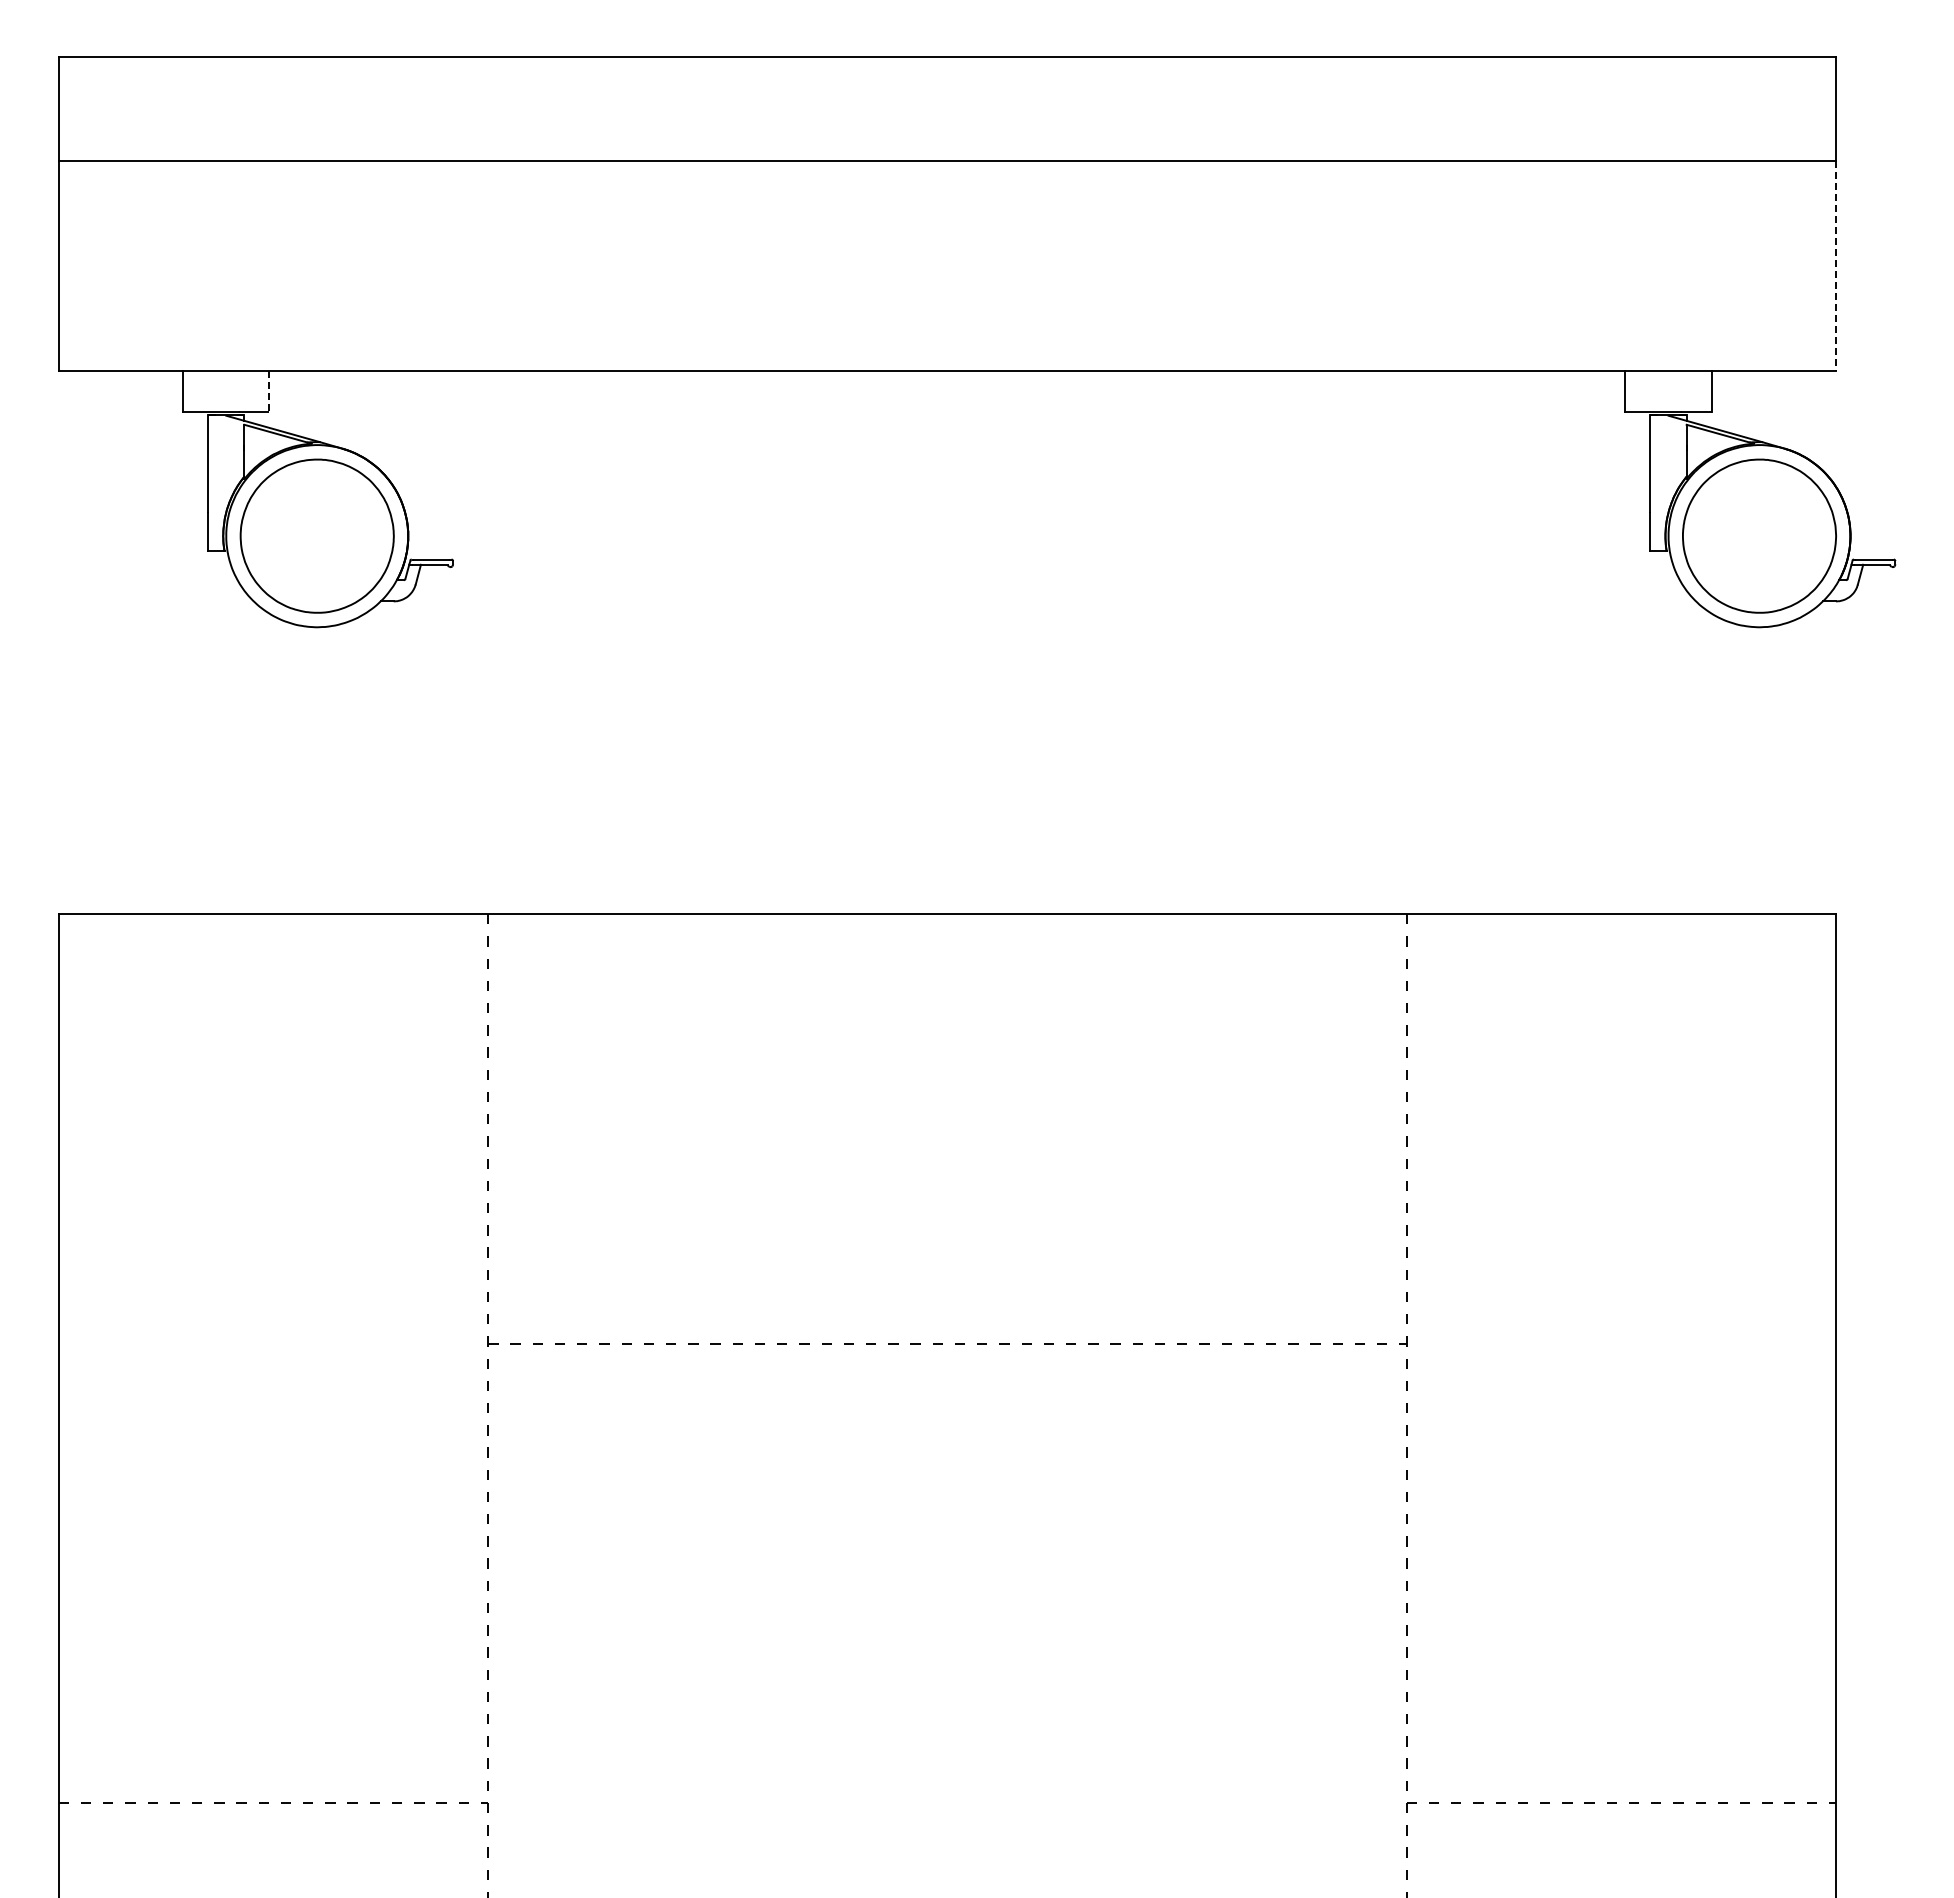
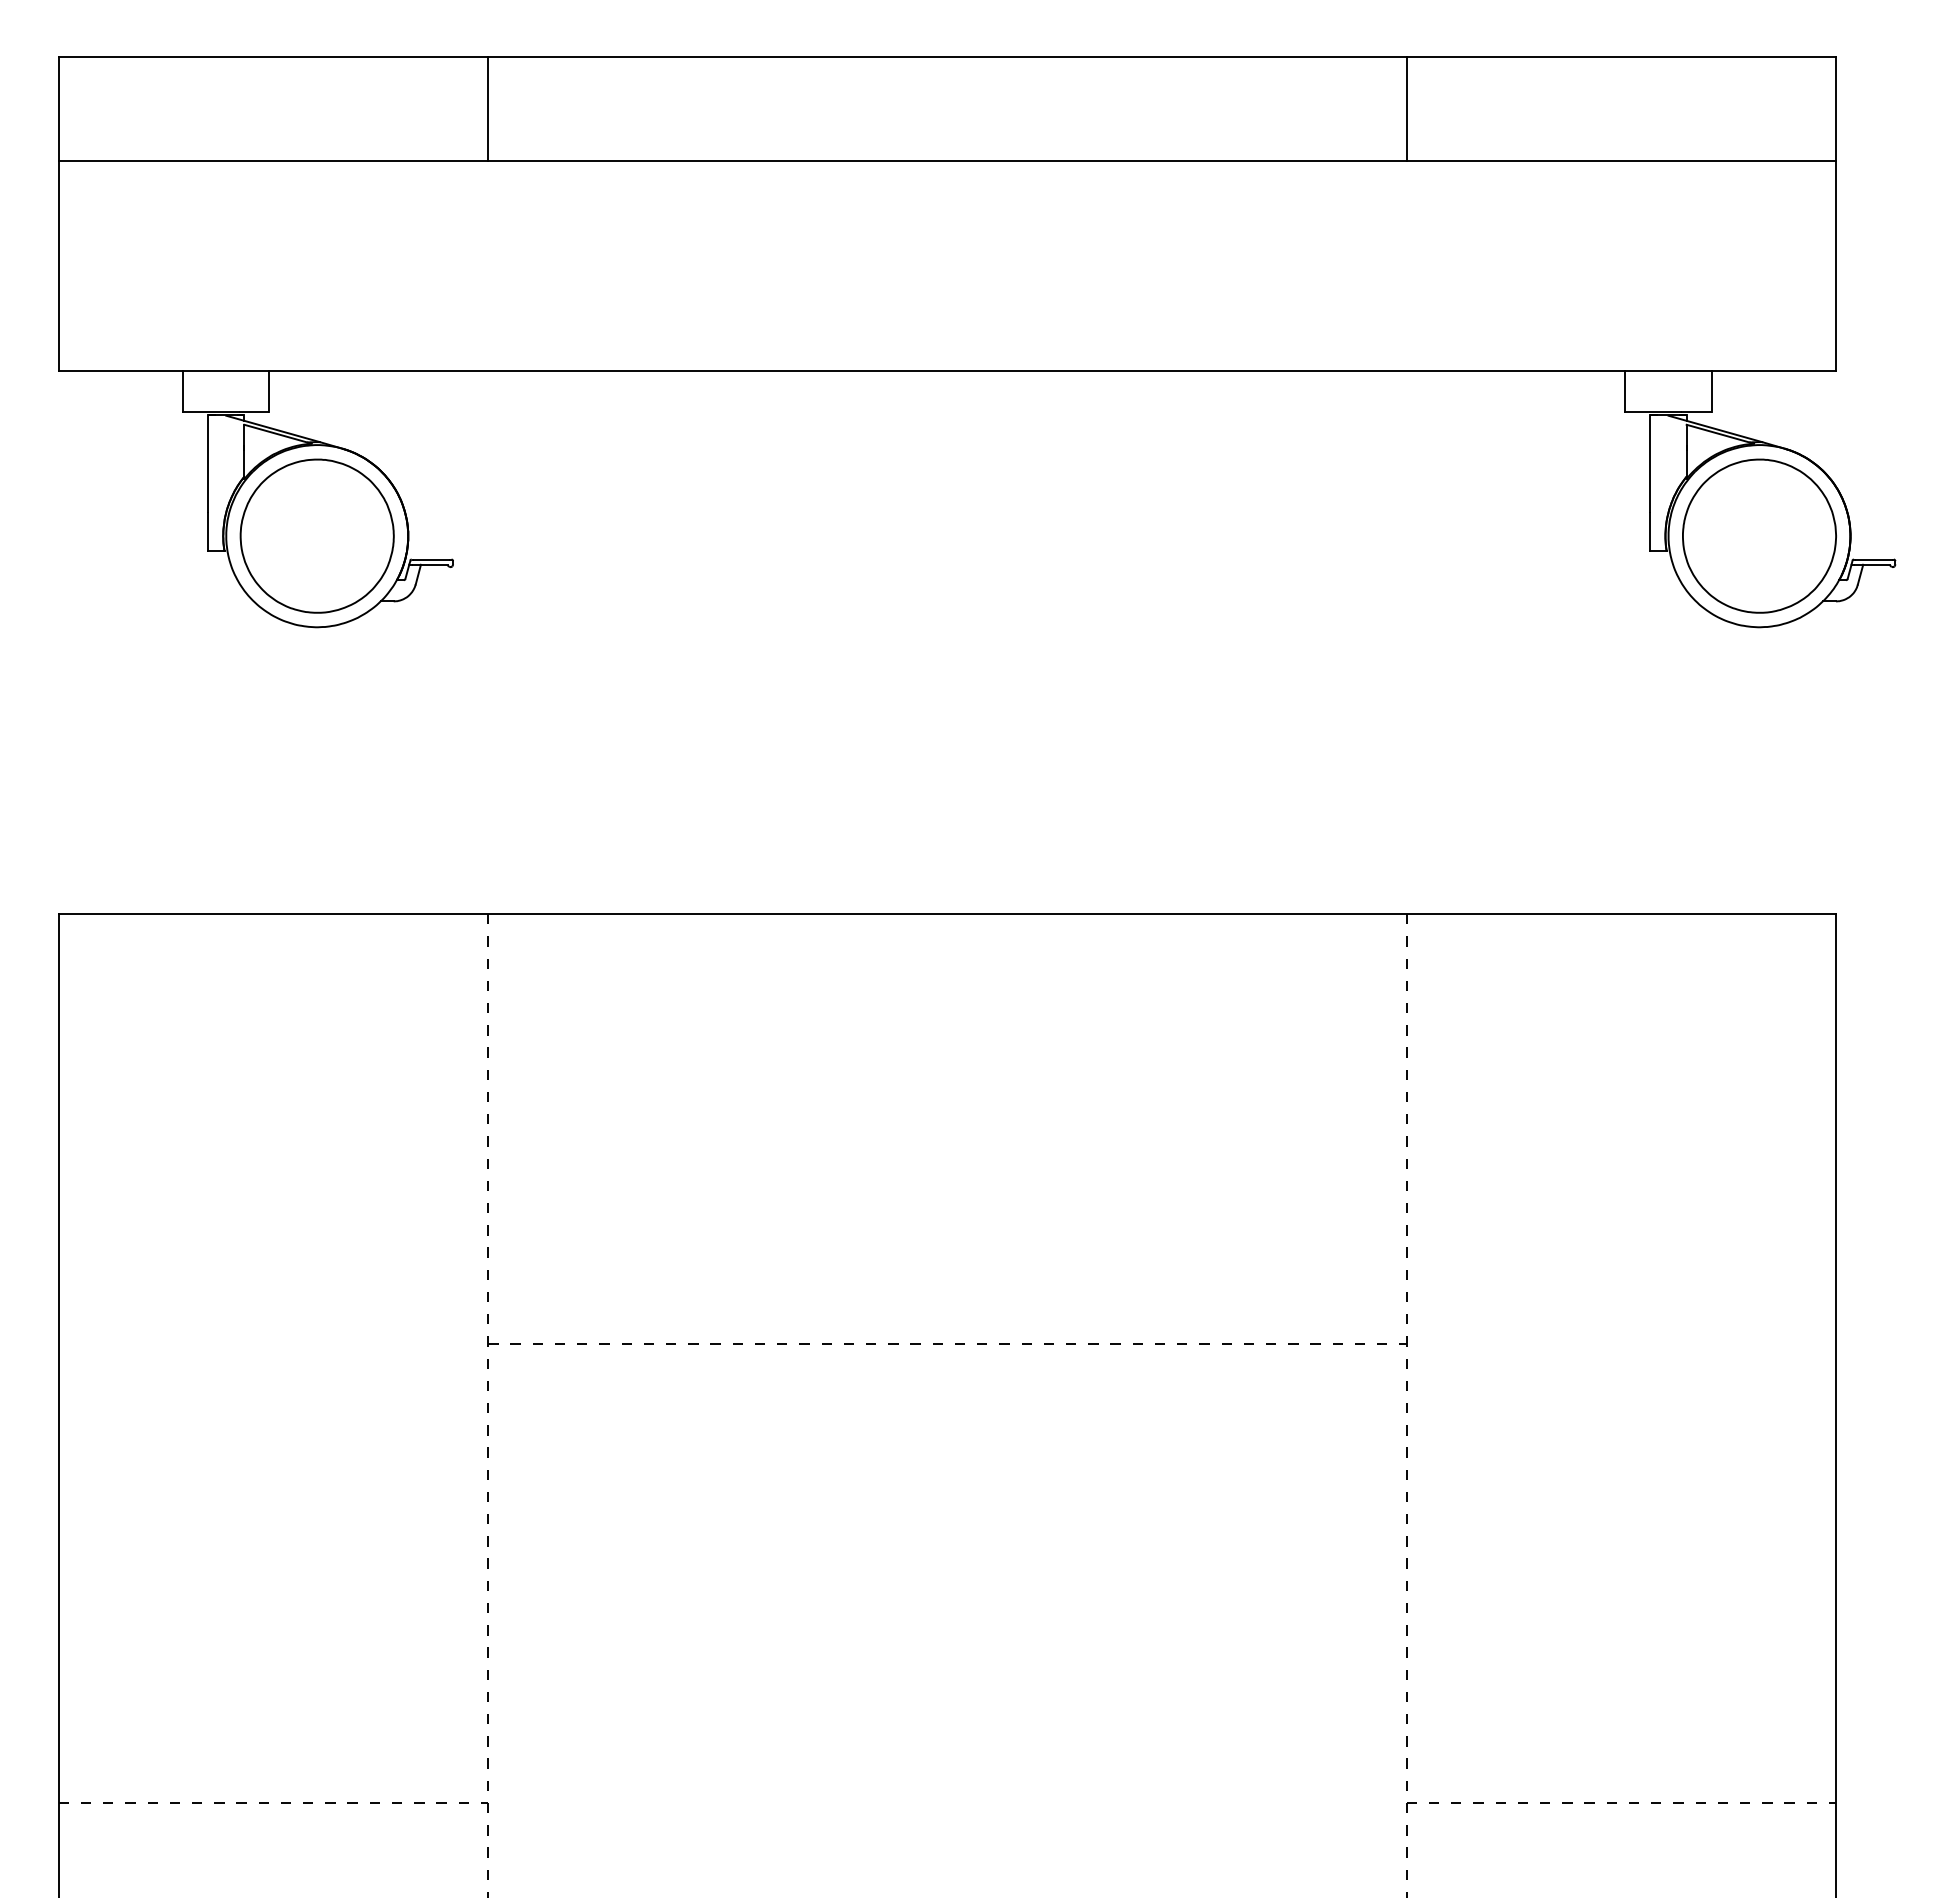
line at (488, 108): none -> present
line at (1406, 108): none -> present
line at (1836, 266): dashed -> solid
line at (269, 391): dashed -> solid
